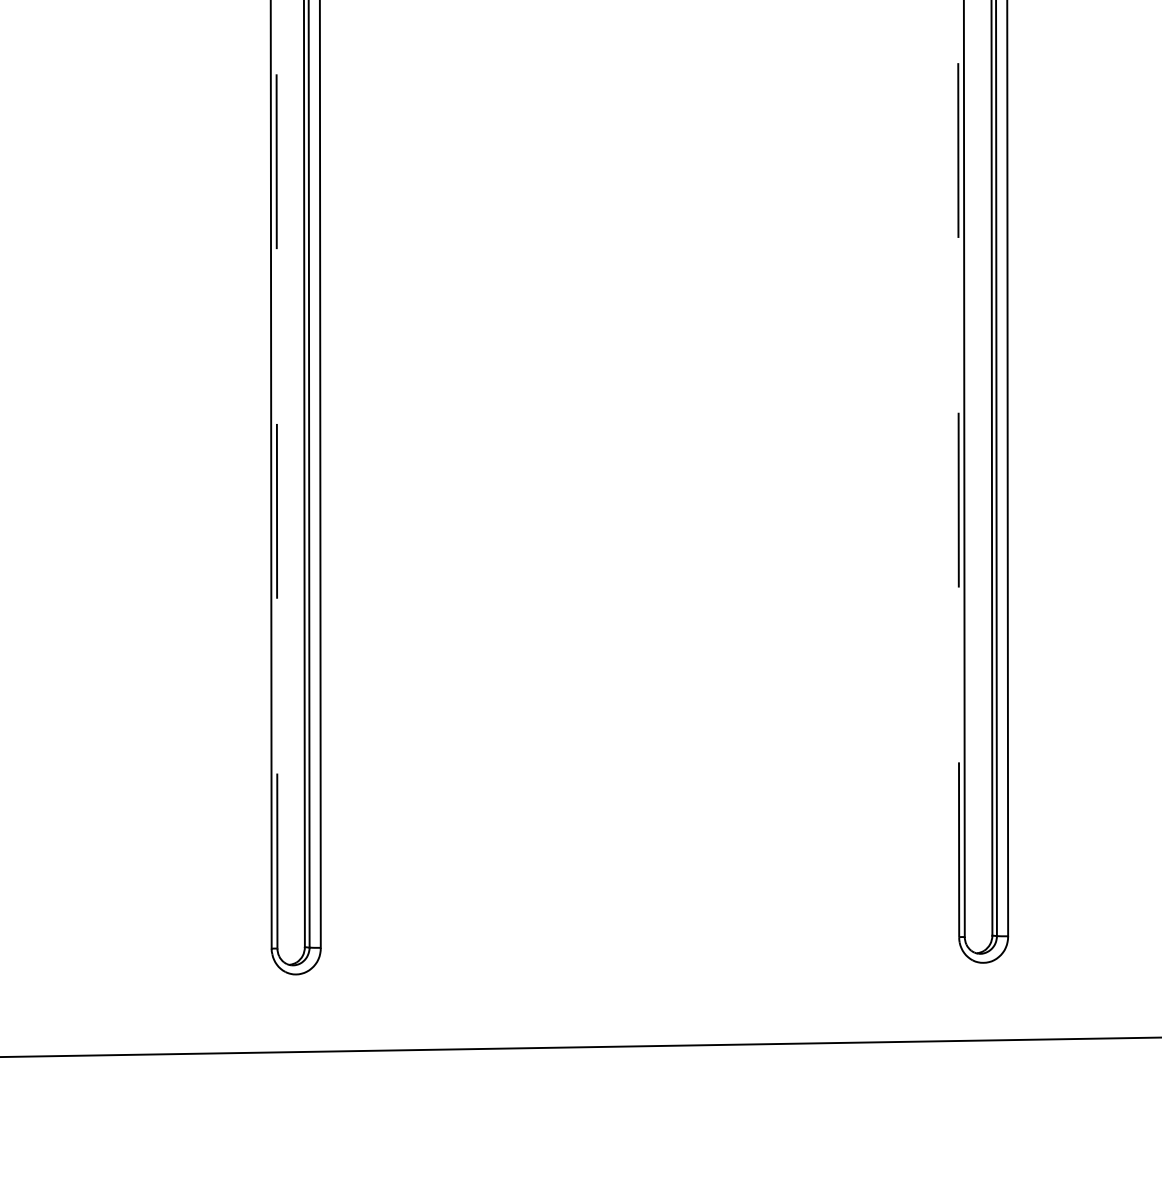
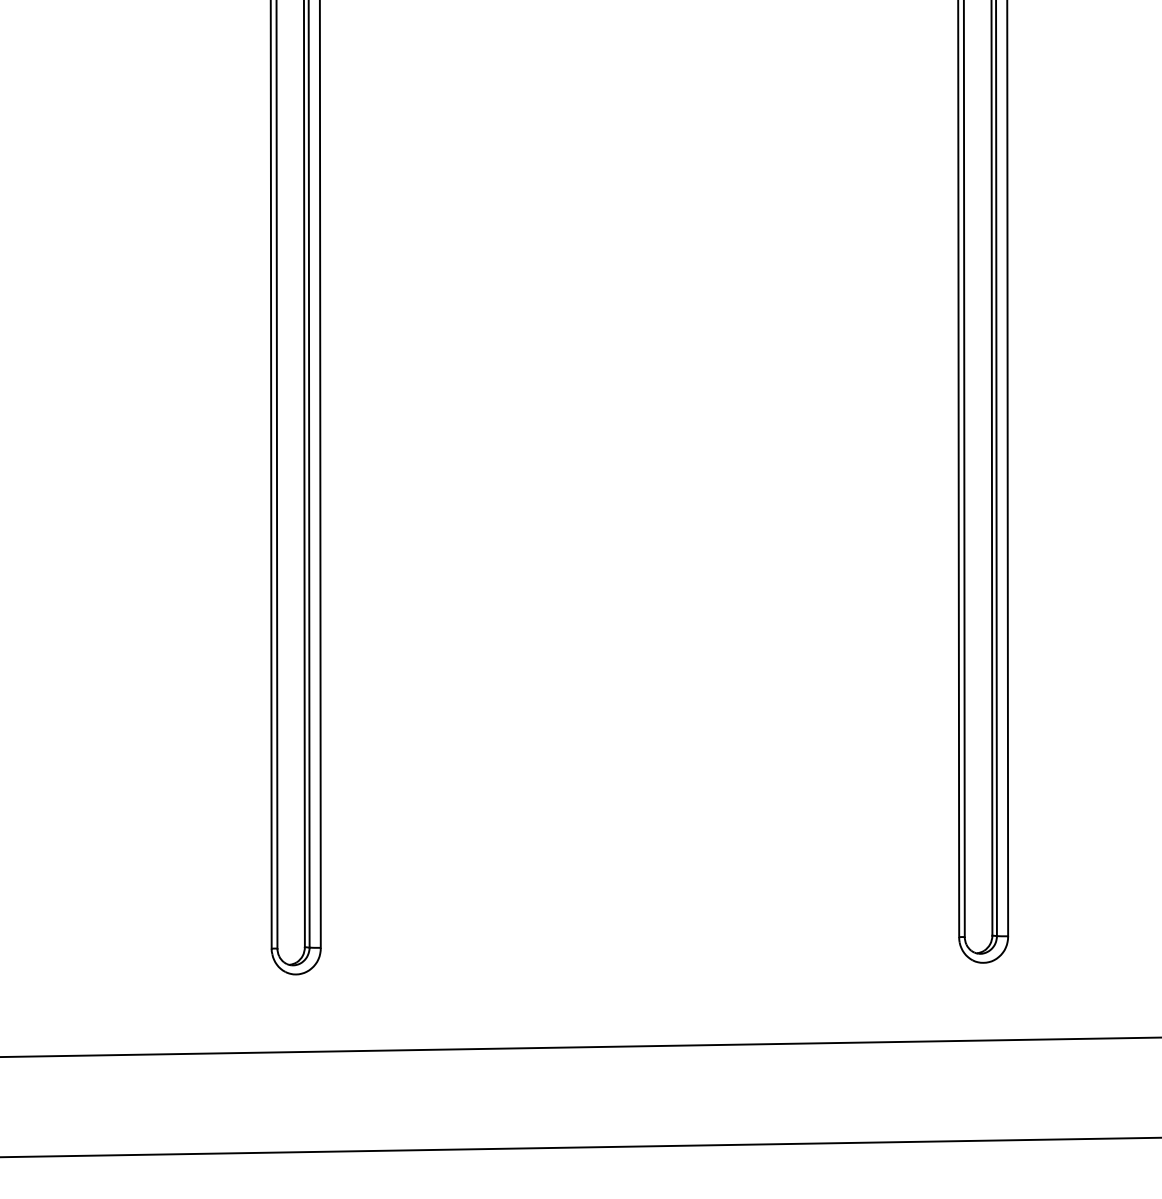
line at (958, 468): dashed -> solid
line at (276, 474): dashed -> solid
line at (580, 1147): none -> present
